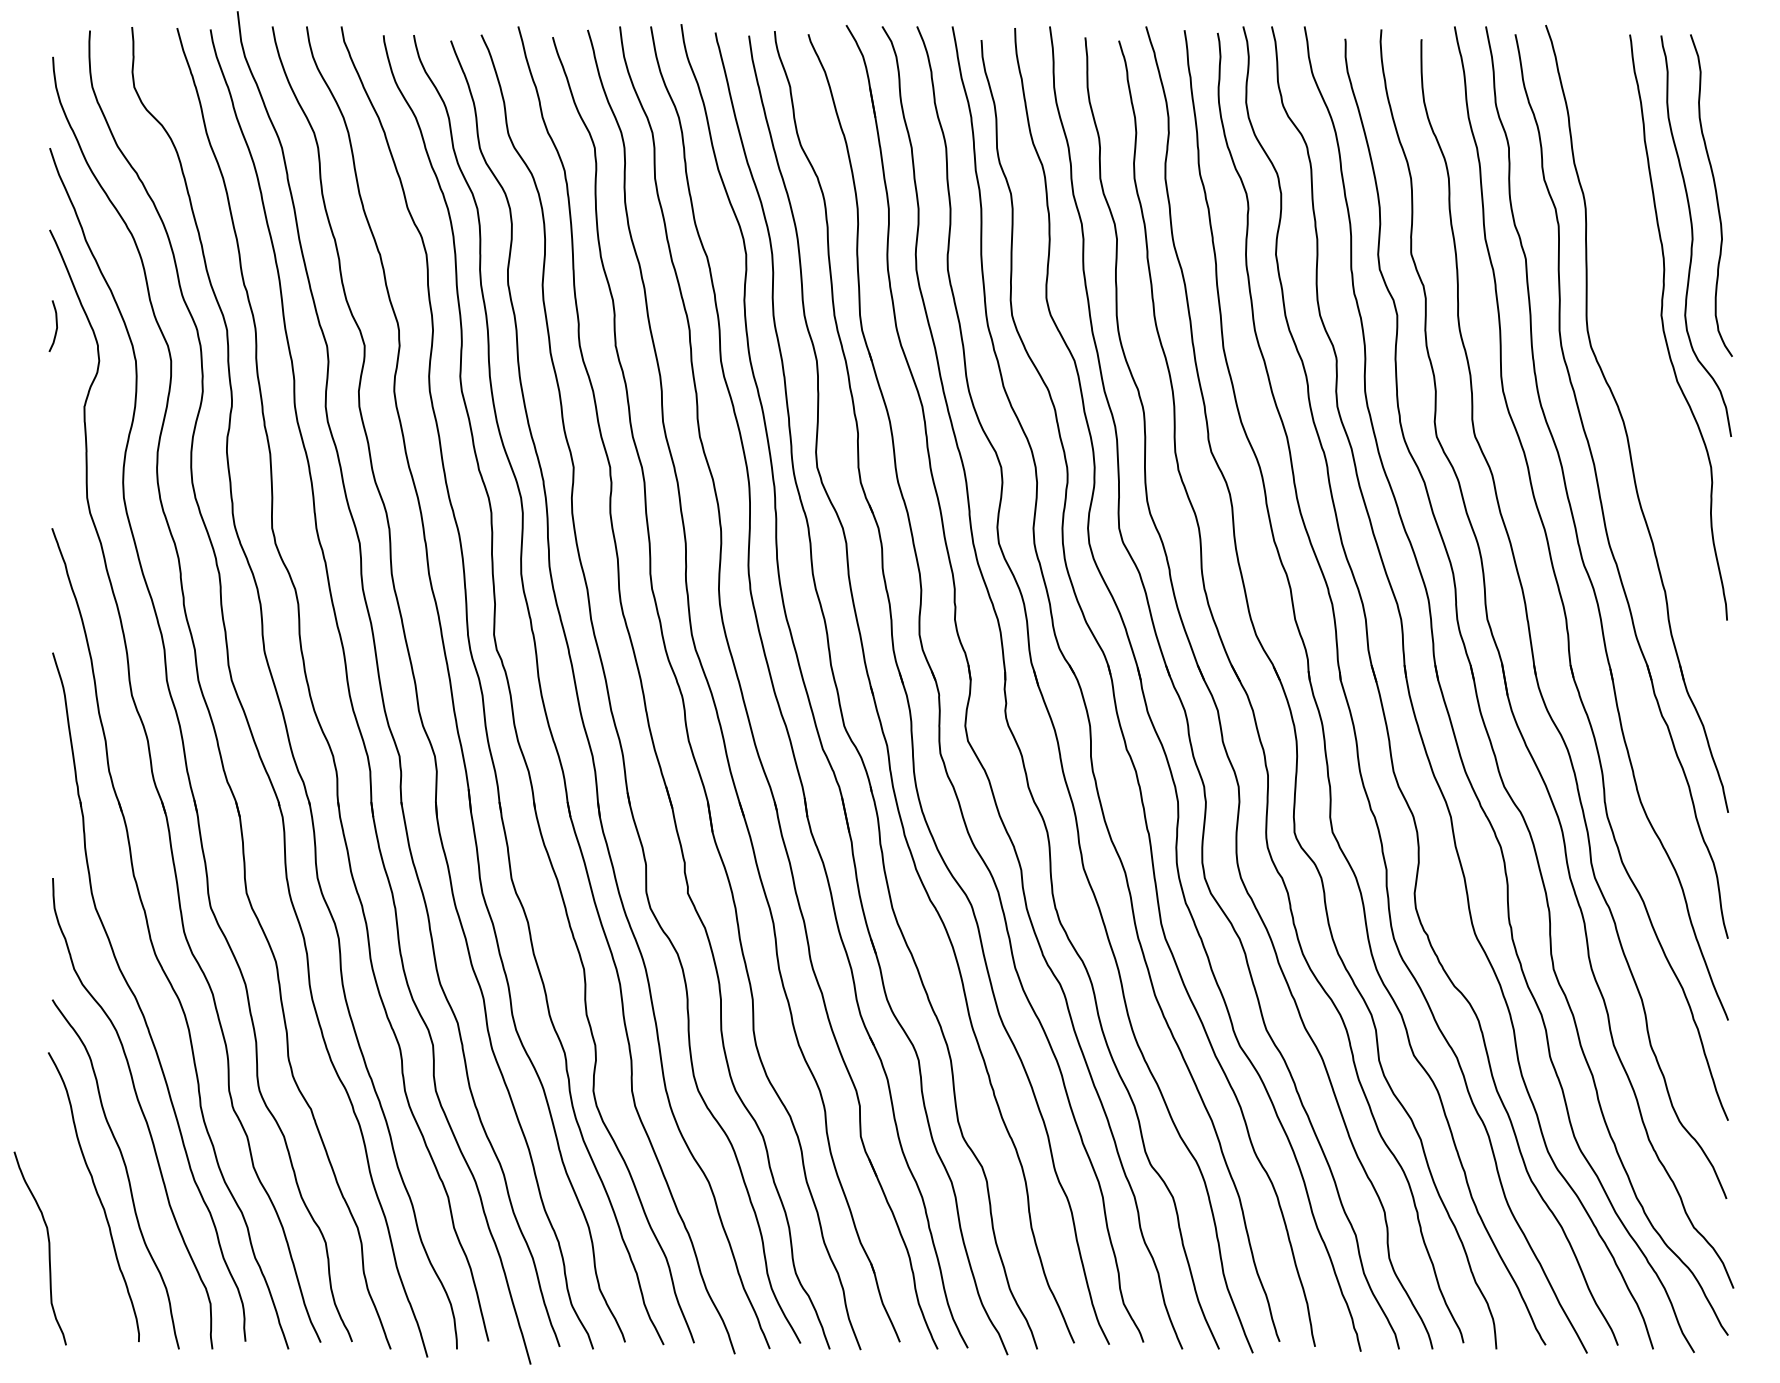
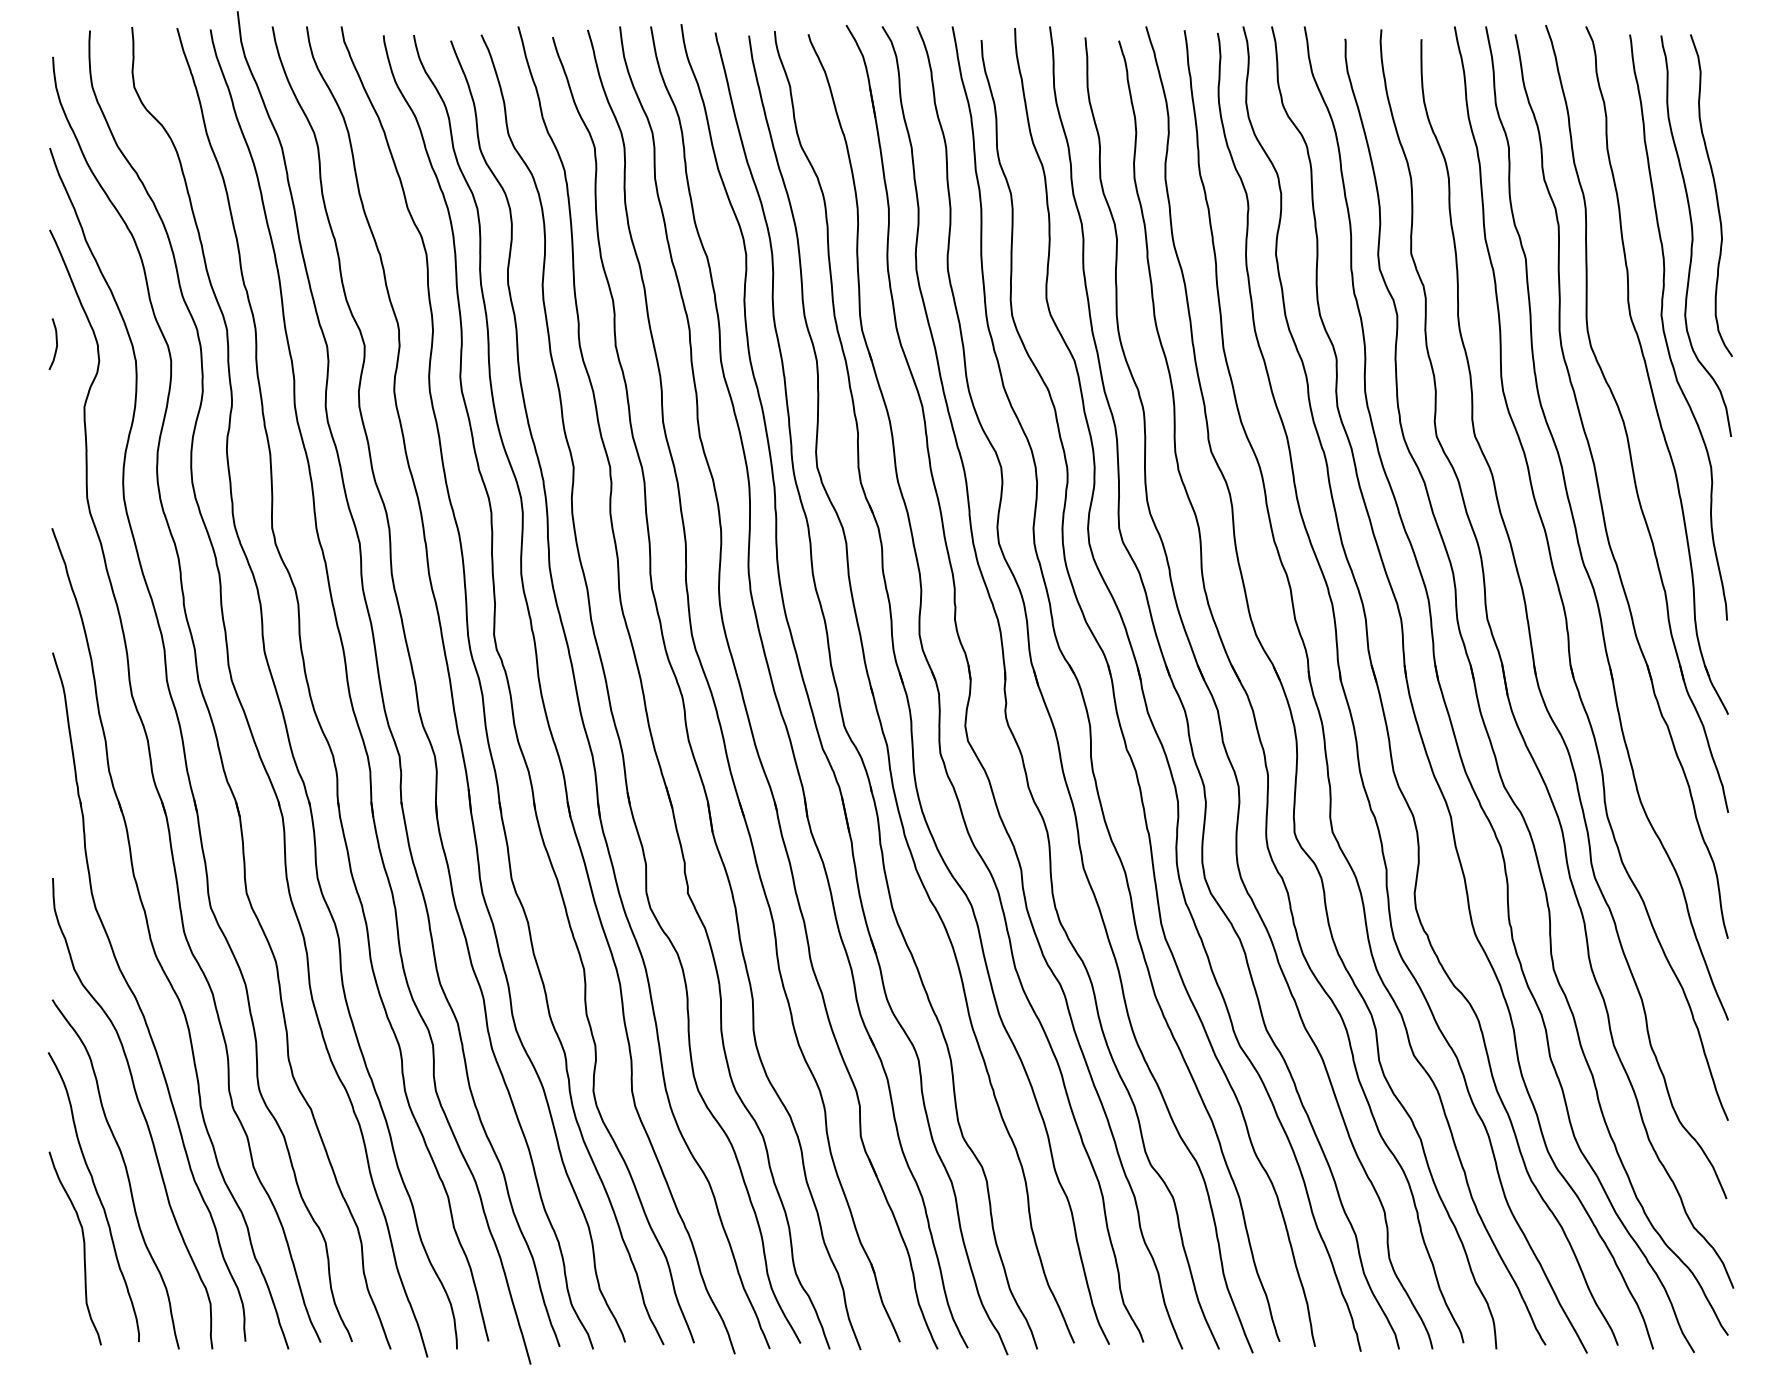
curve at (56, 325) position: (56, 325) -> (56, 343)
part at (1648, 371): none -> present
curve at (48, 1248) position: (48, 1248) -> (83, 1248)
